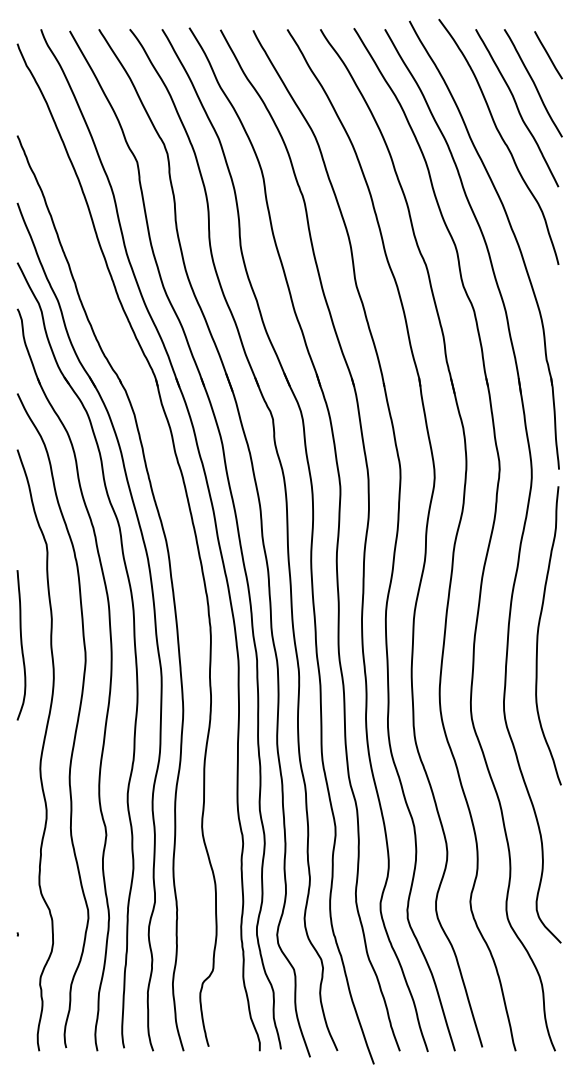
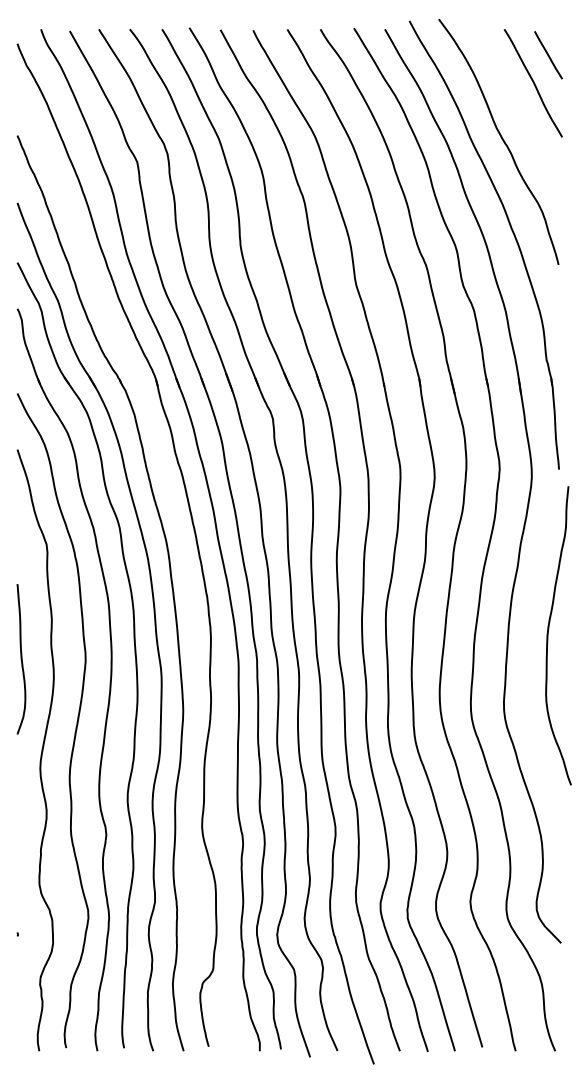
curve at (517, 108): present -> none
curve at (538, 635) position: (538, 635) -> (548, 635)
curve at (21, 645) position: (21, 645) -> (21, 659)
